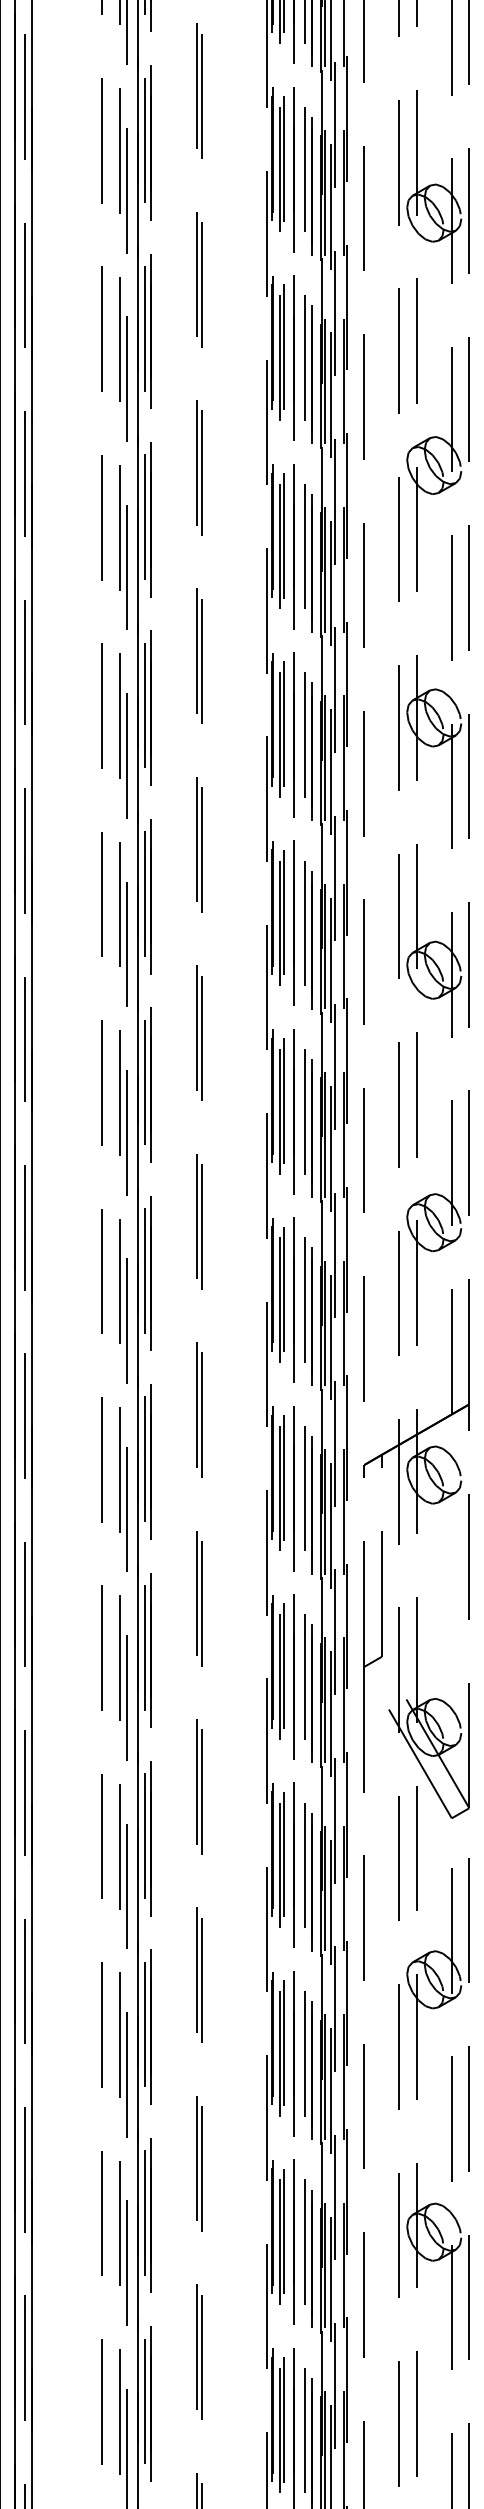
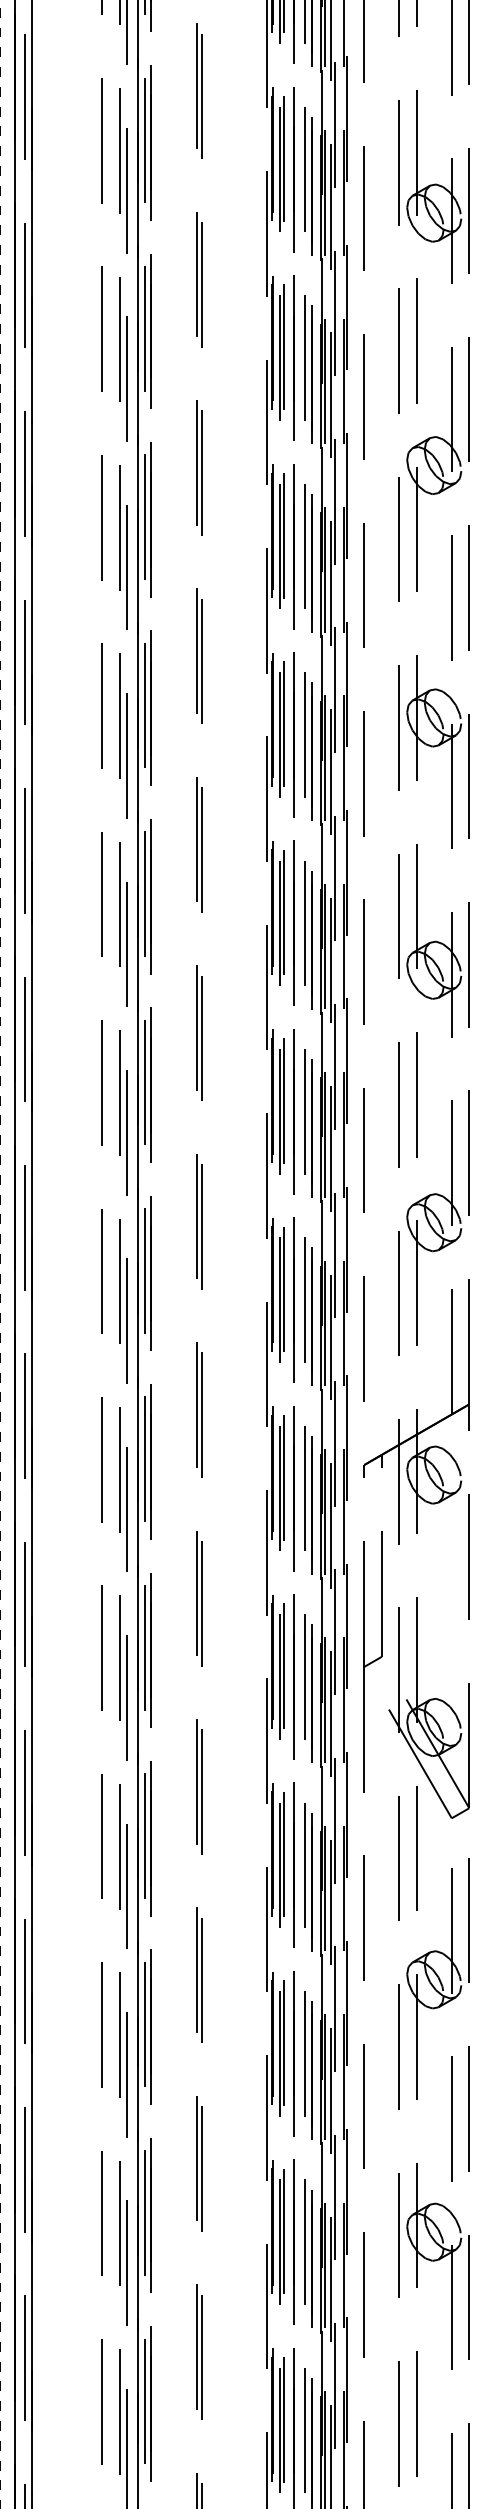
line at (0, 1254): solid -> dashed
